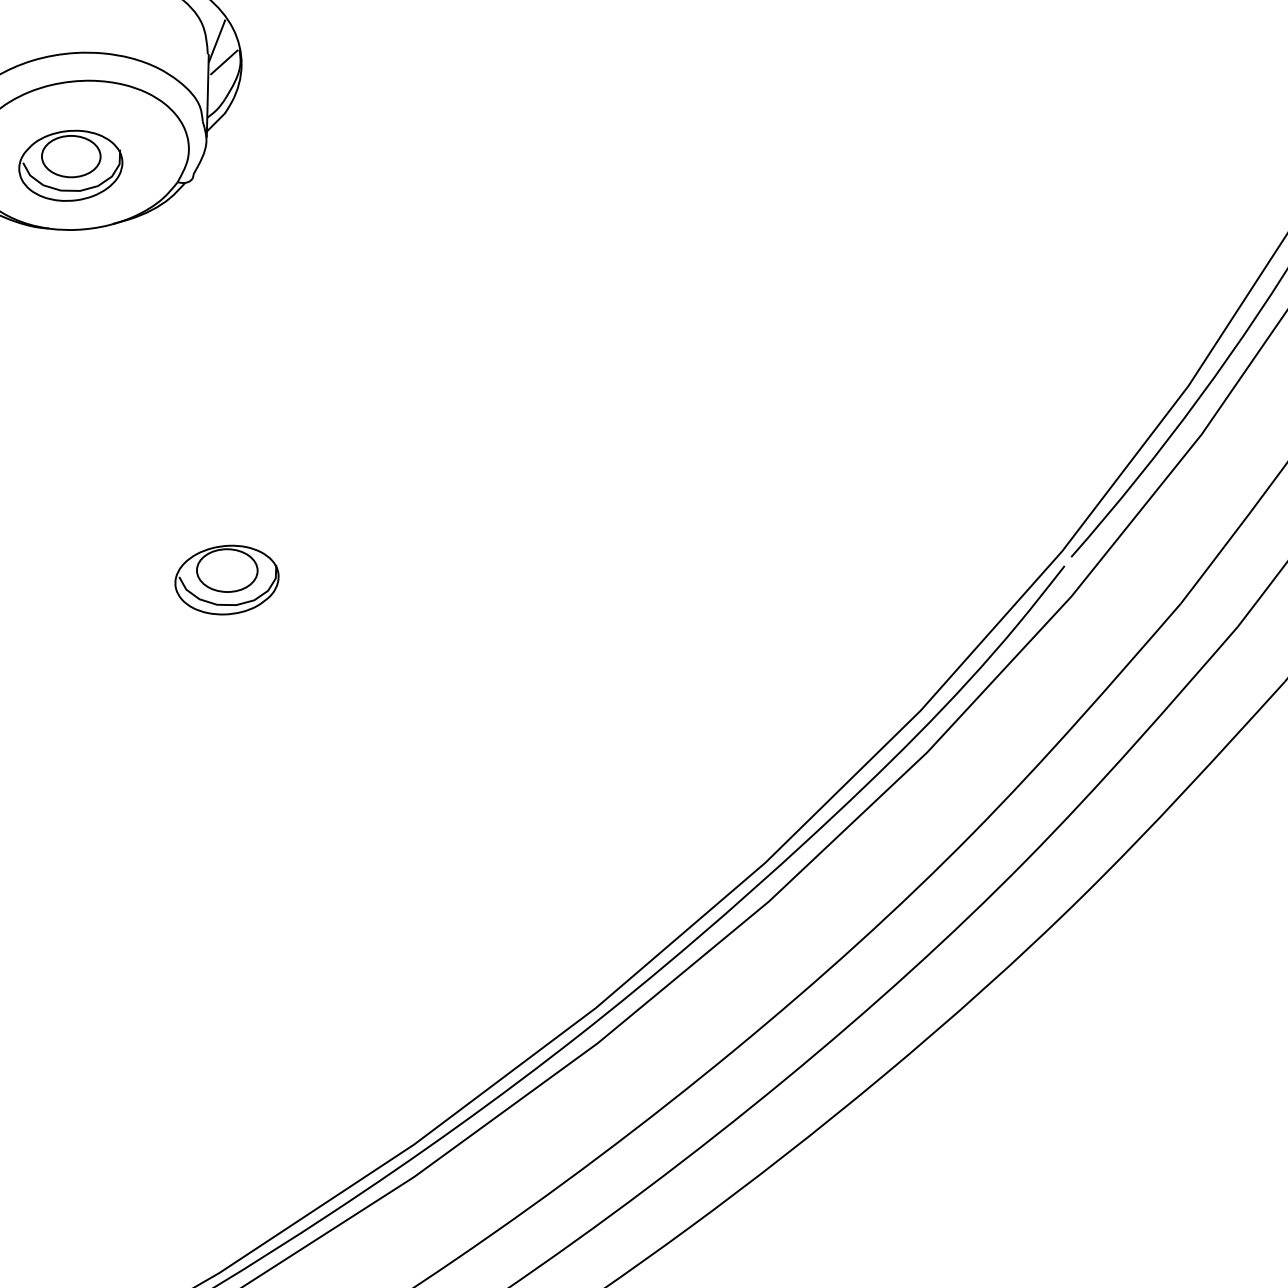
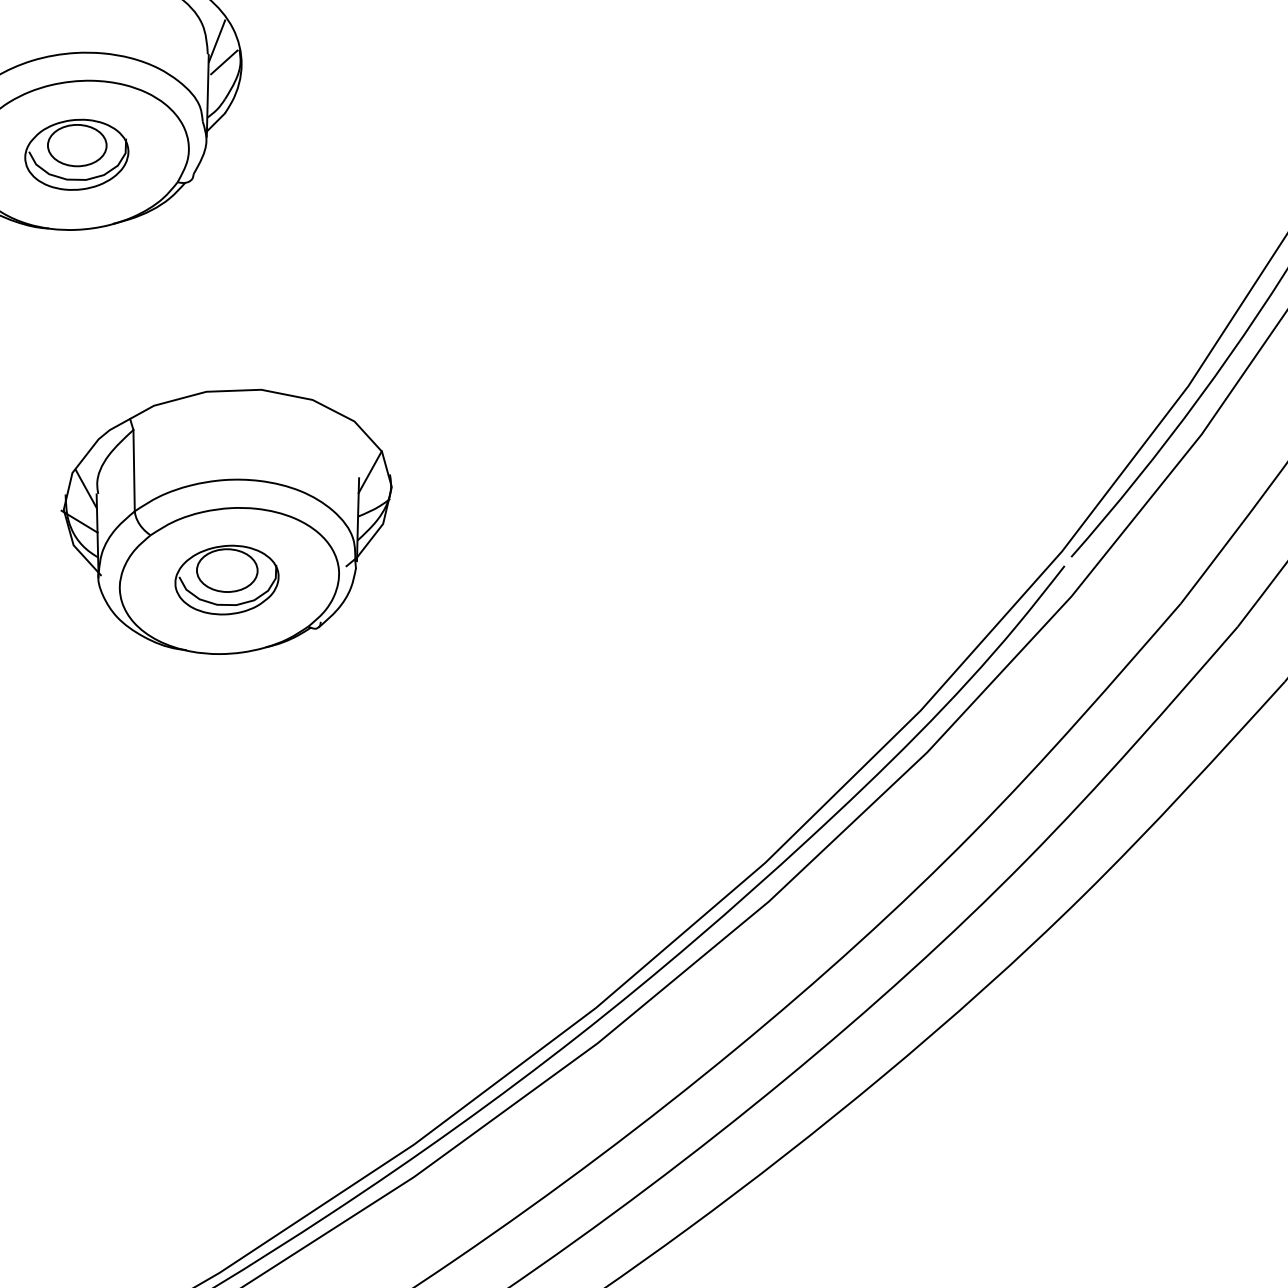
part at (70, 165) position: (70, 165) -> (76, 154)
part at (226, 521): none -> present
